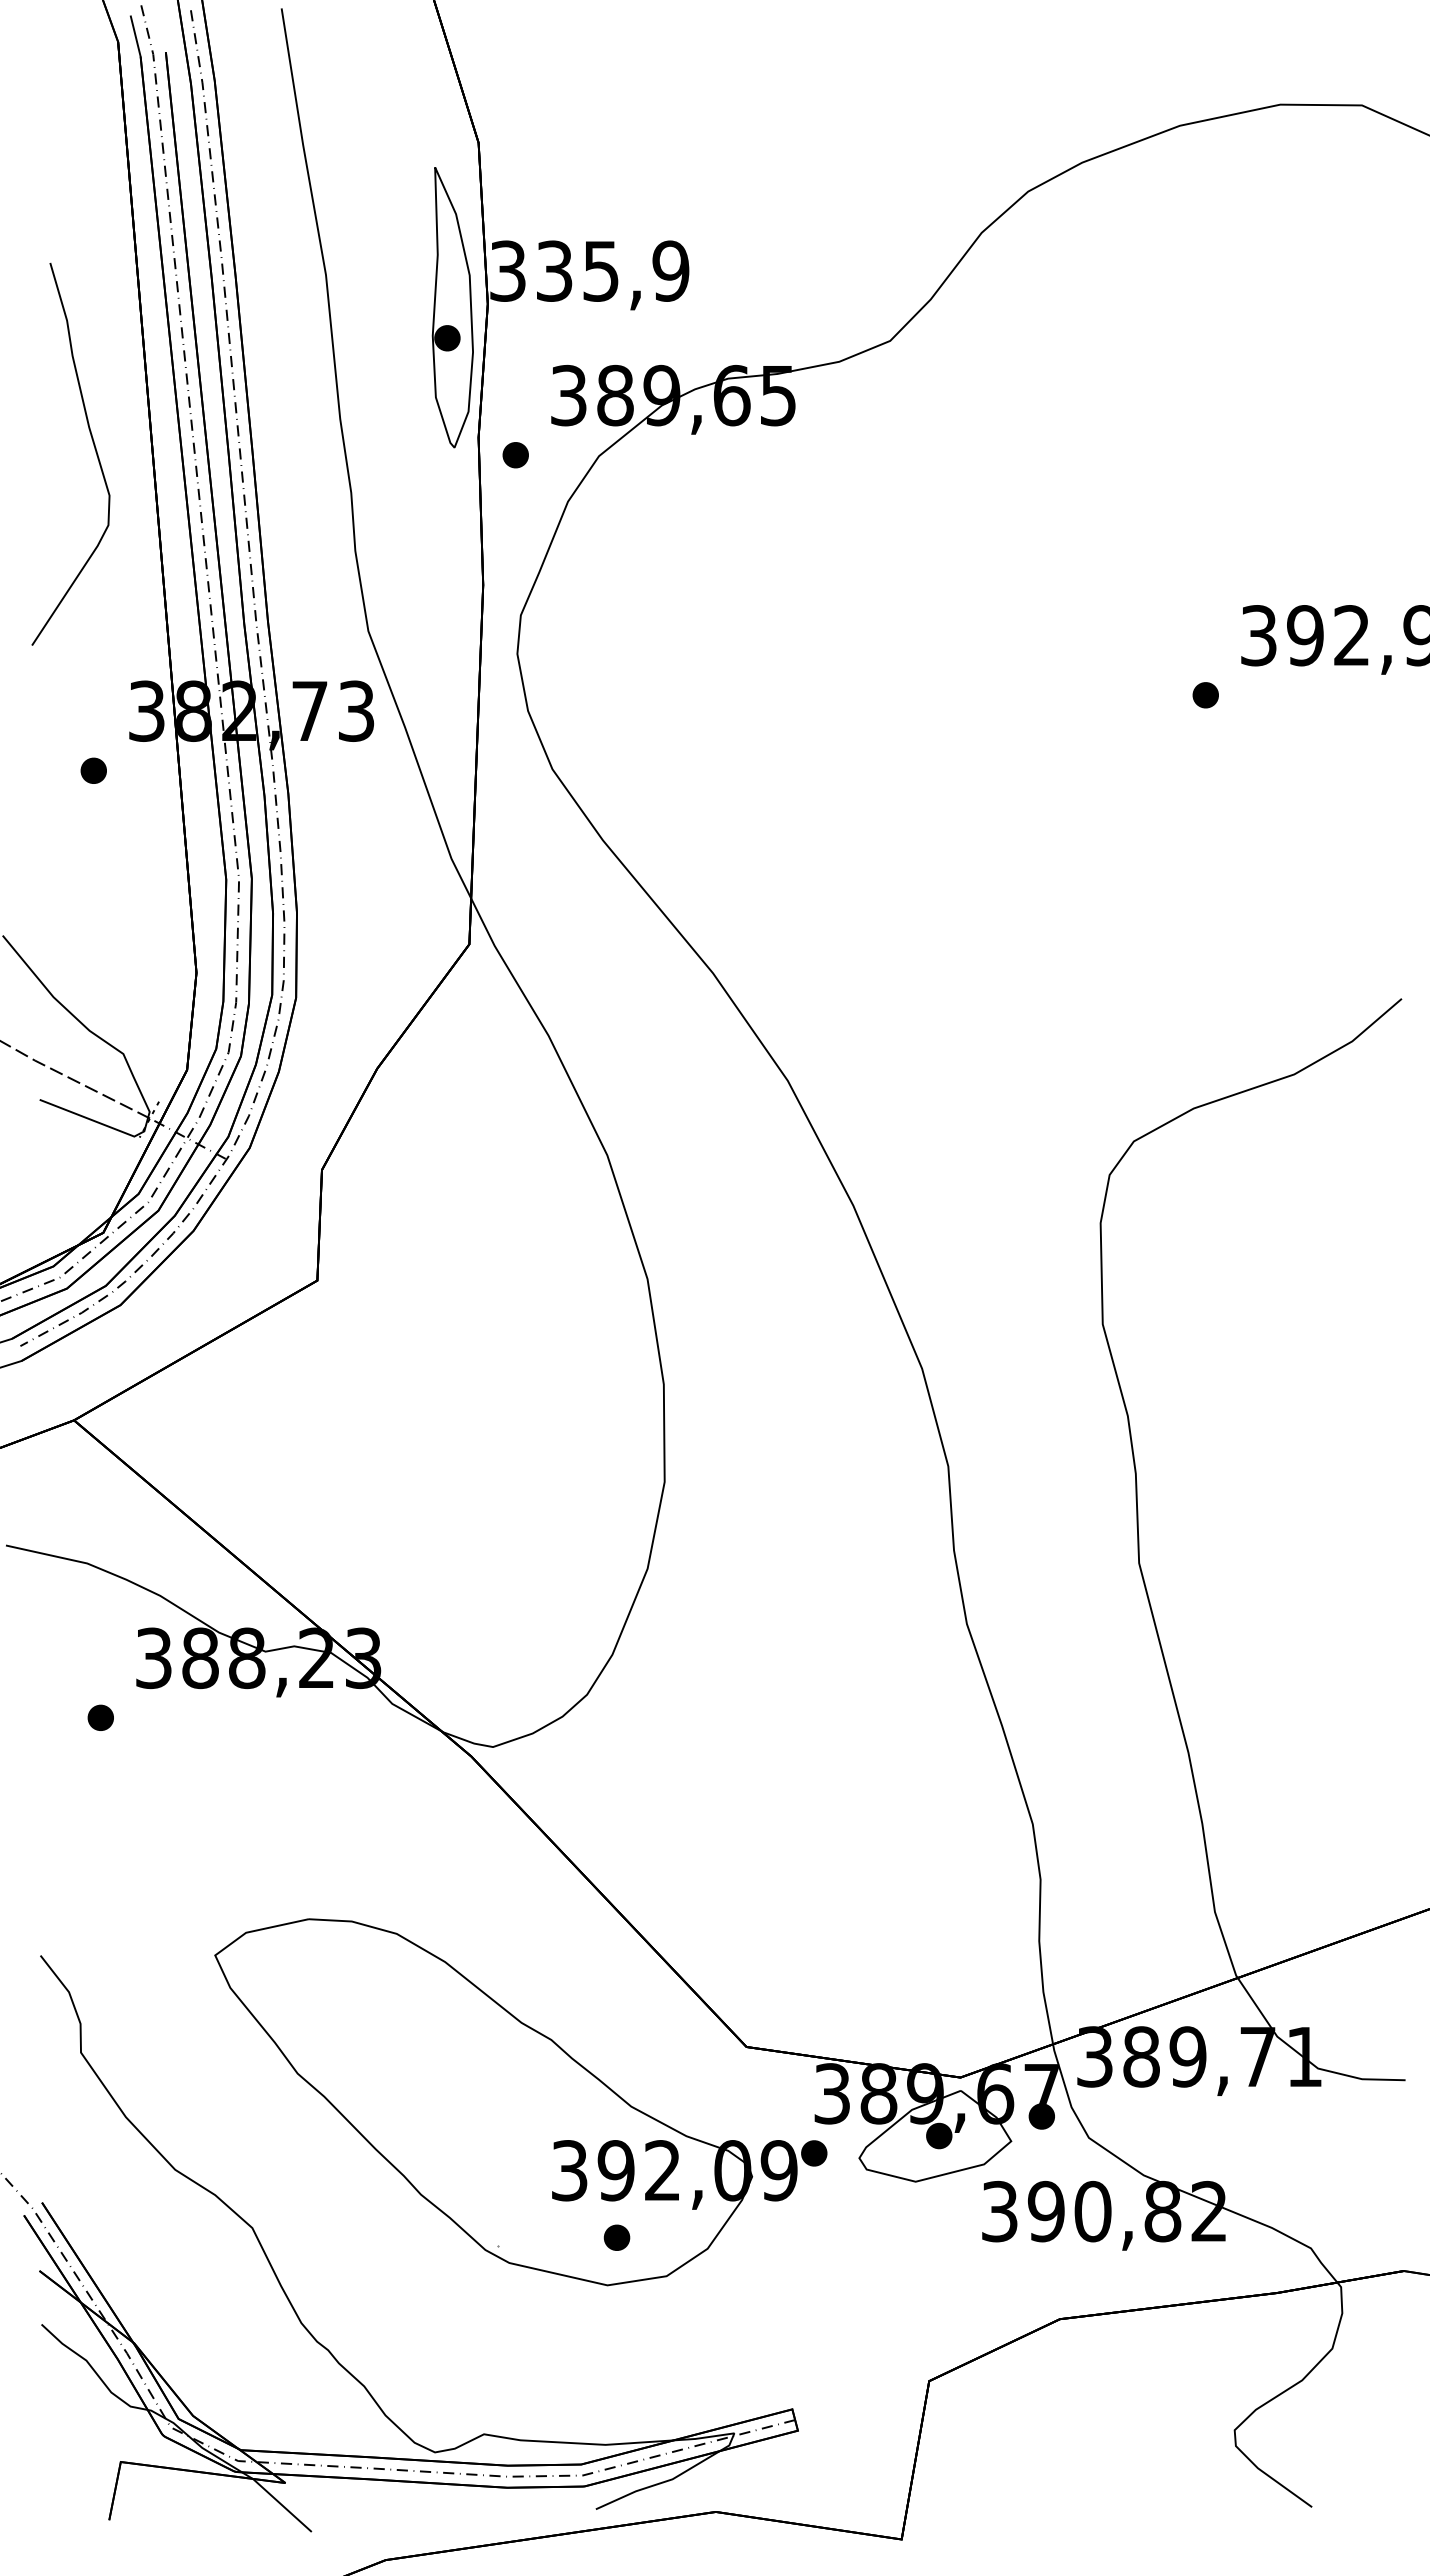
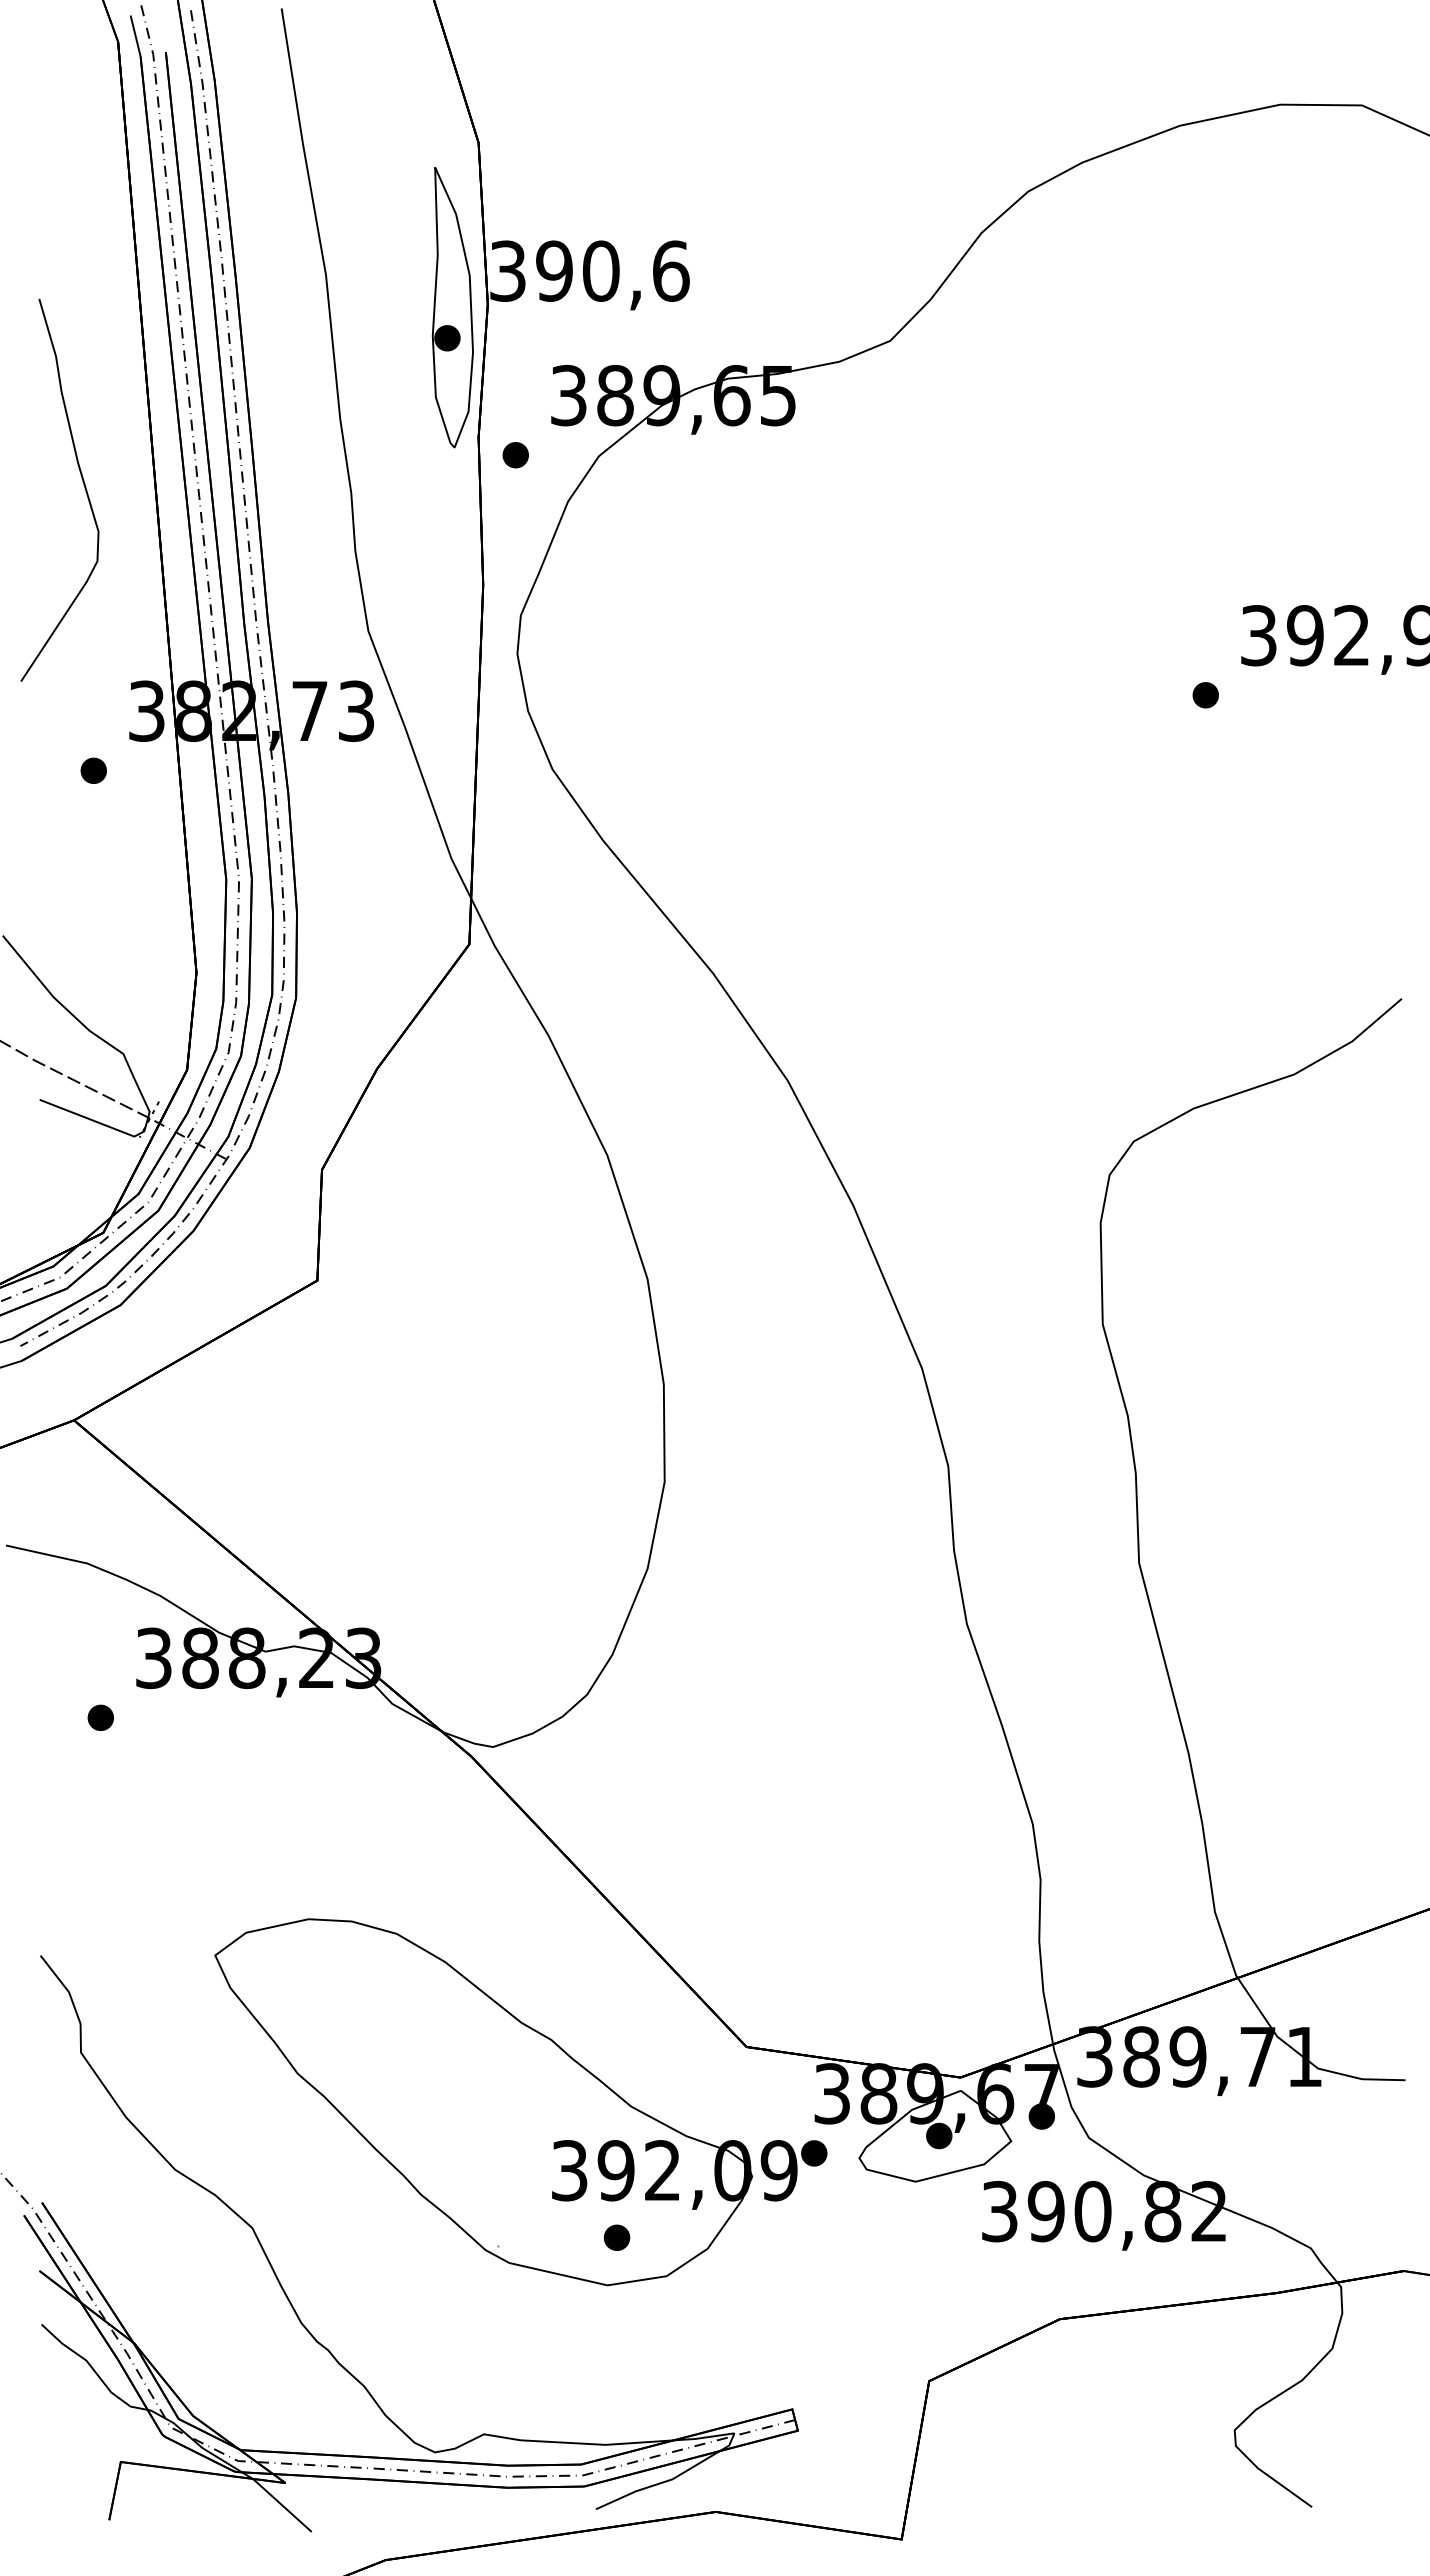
text at (612, 270): 335,9 -> 390,6
curve at (94, 449) position: (94, 449) -> (83, 485)
